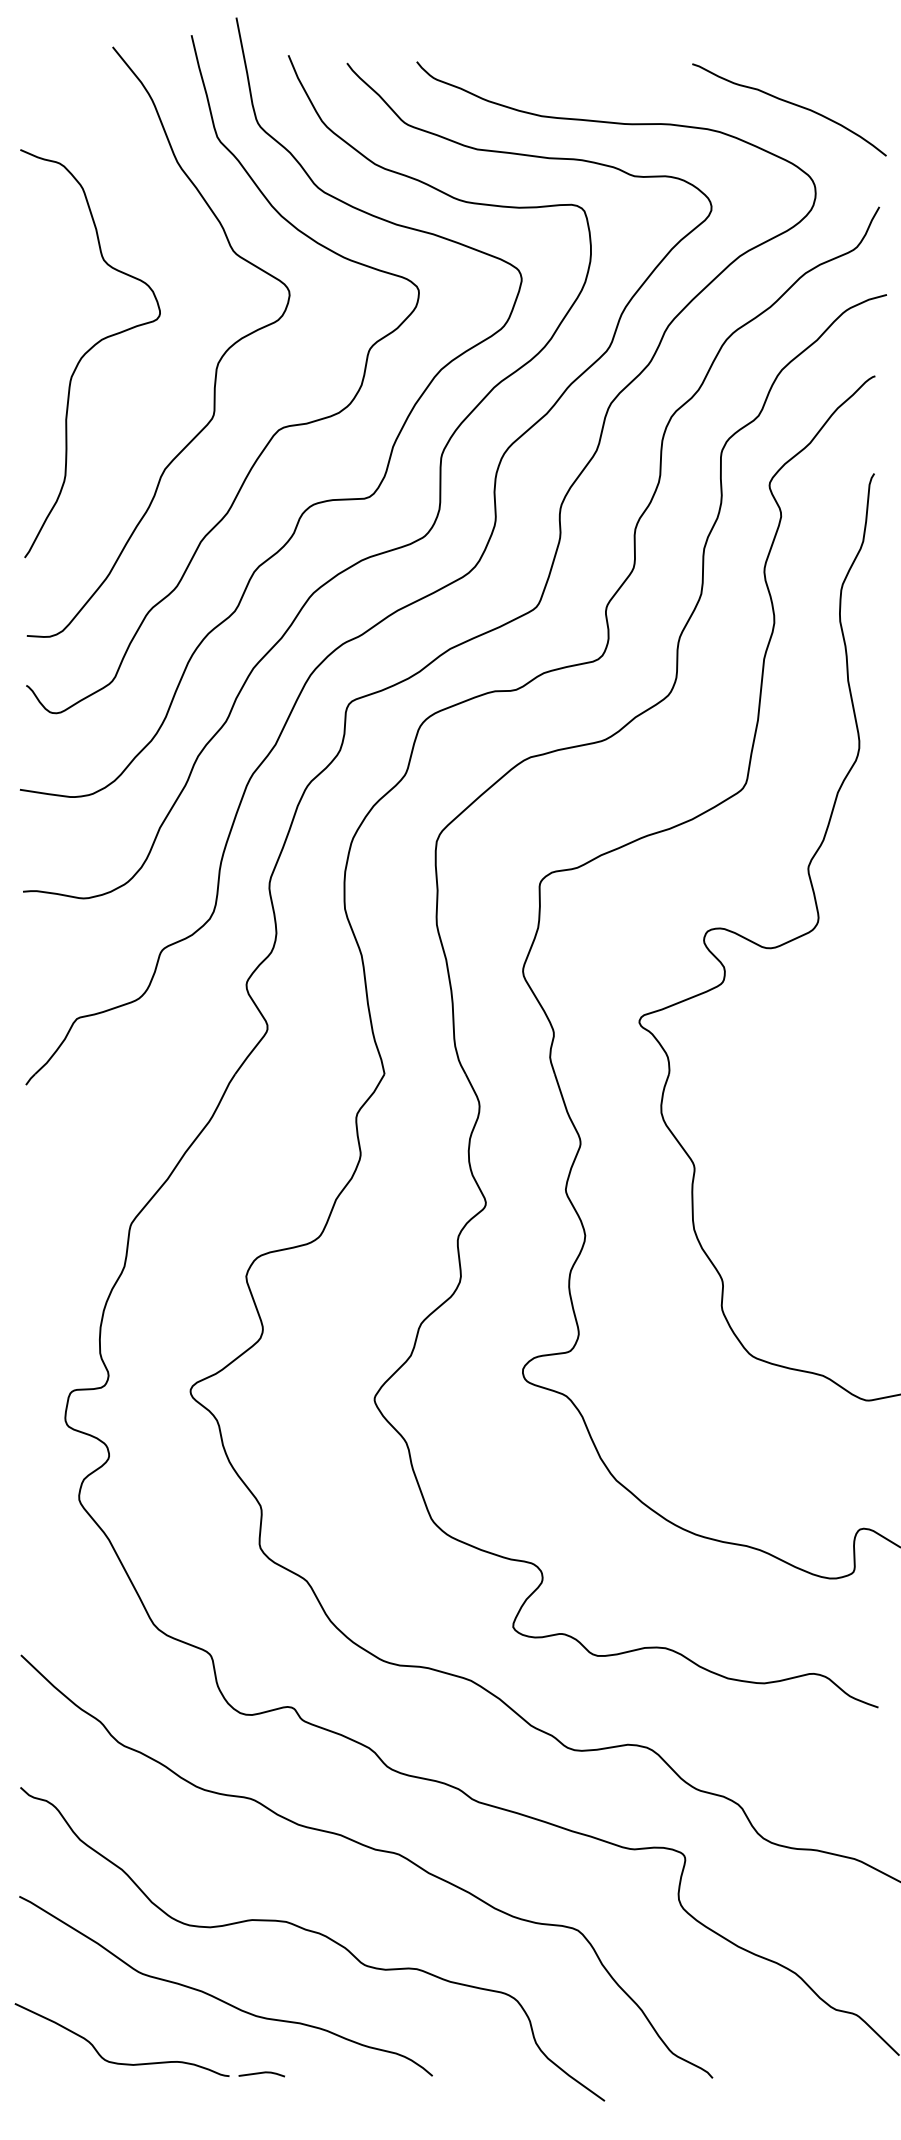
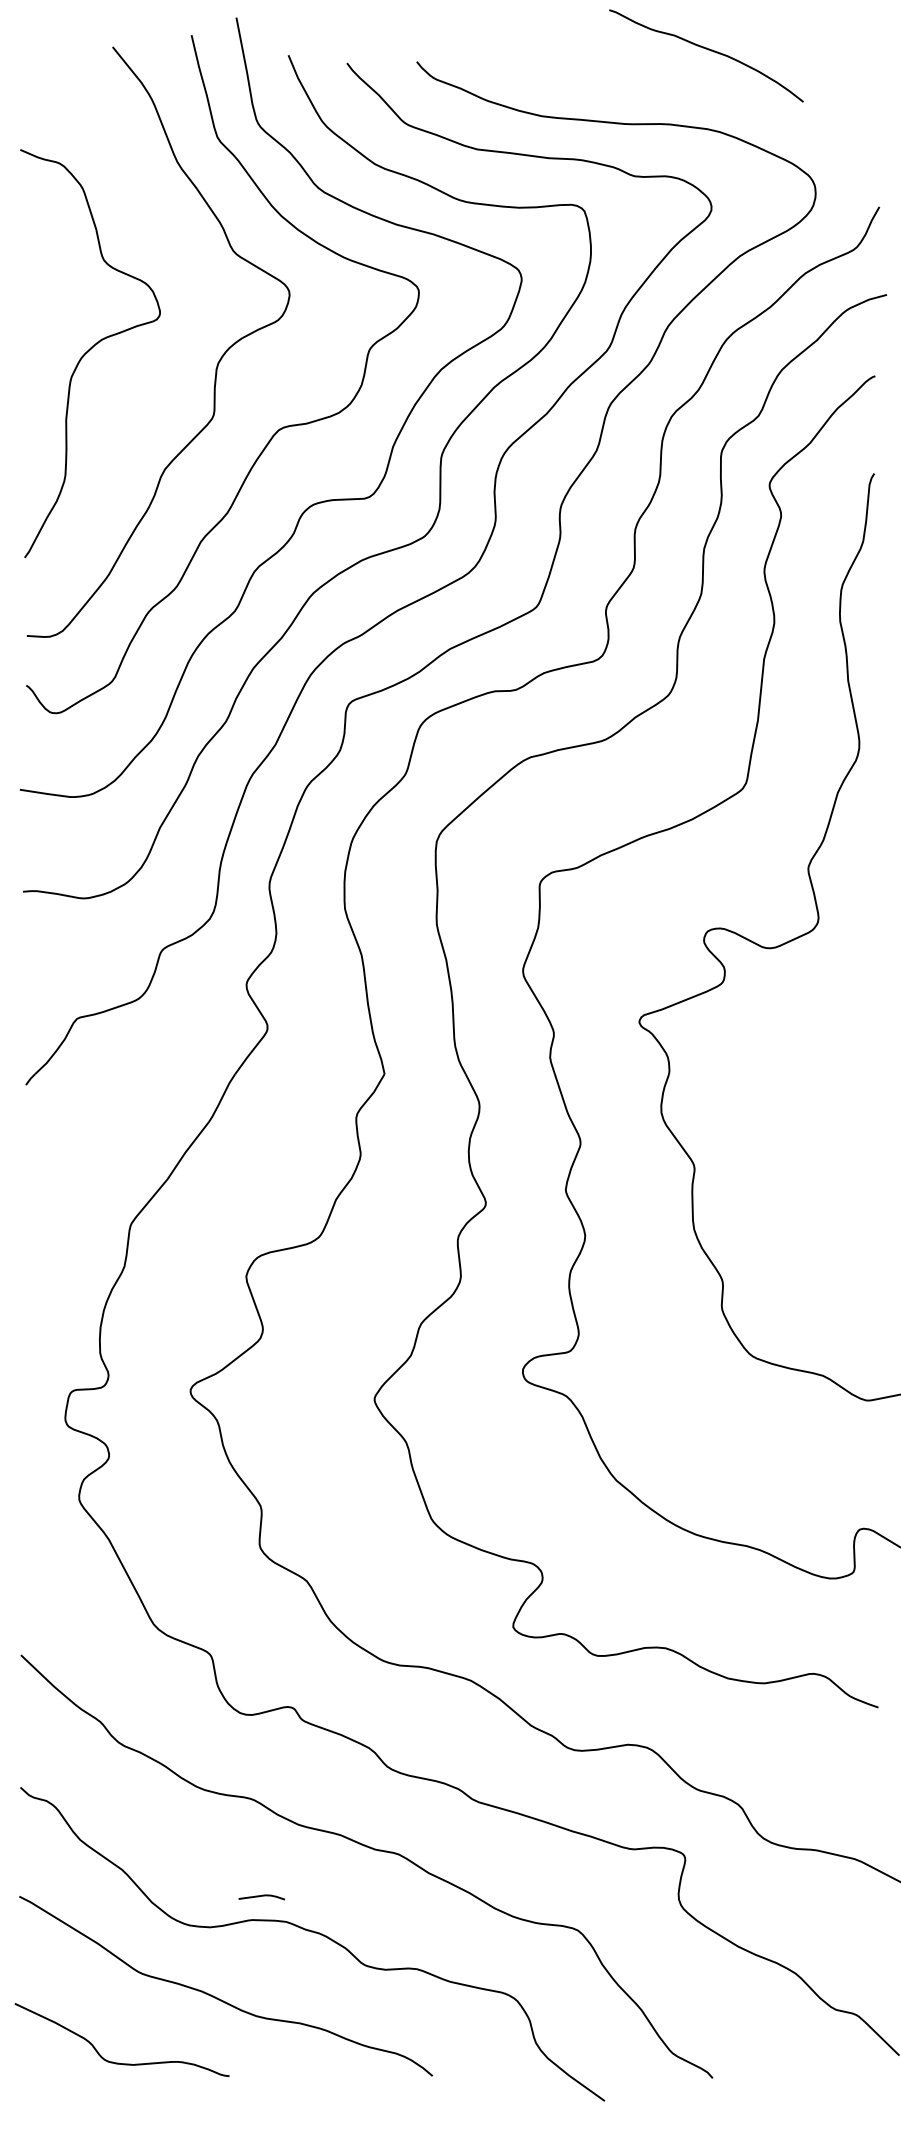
curve at (791, 104) position: (791, 104) -> (708, 50)
line at (261, 2073) position: (261, 2073) -> (261, 1896)
